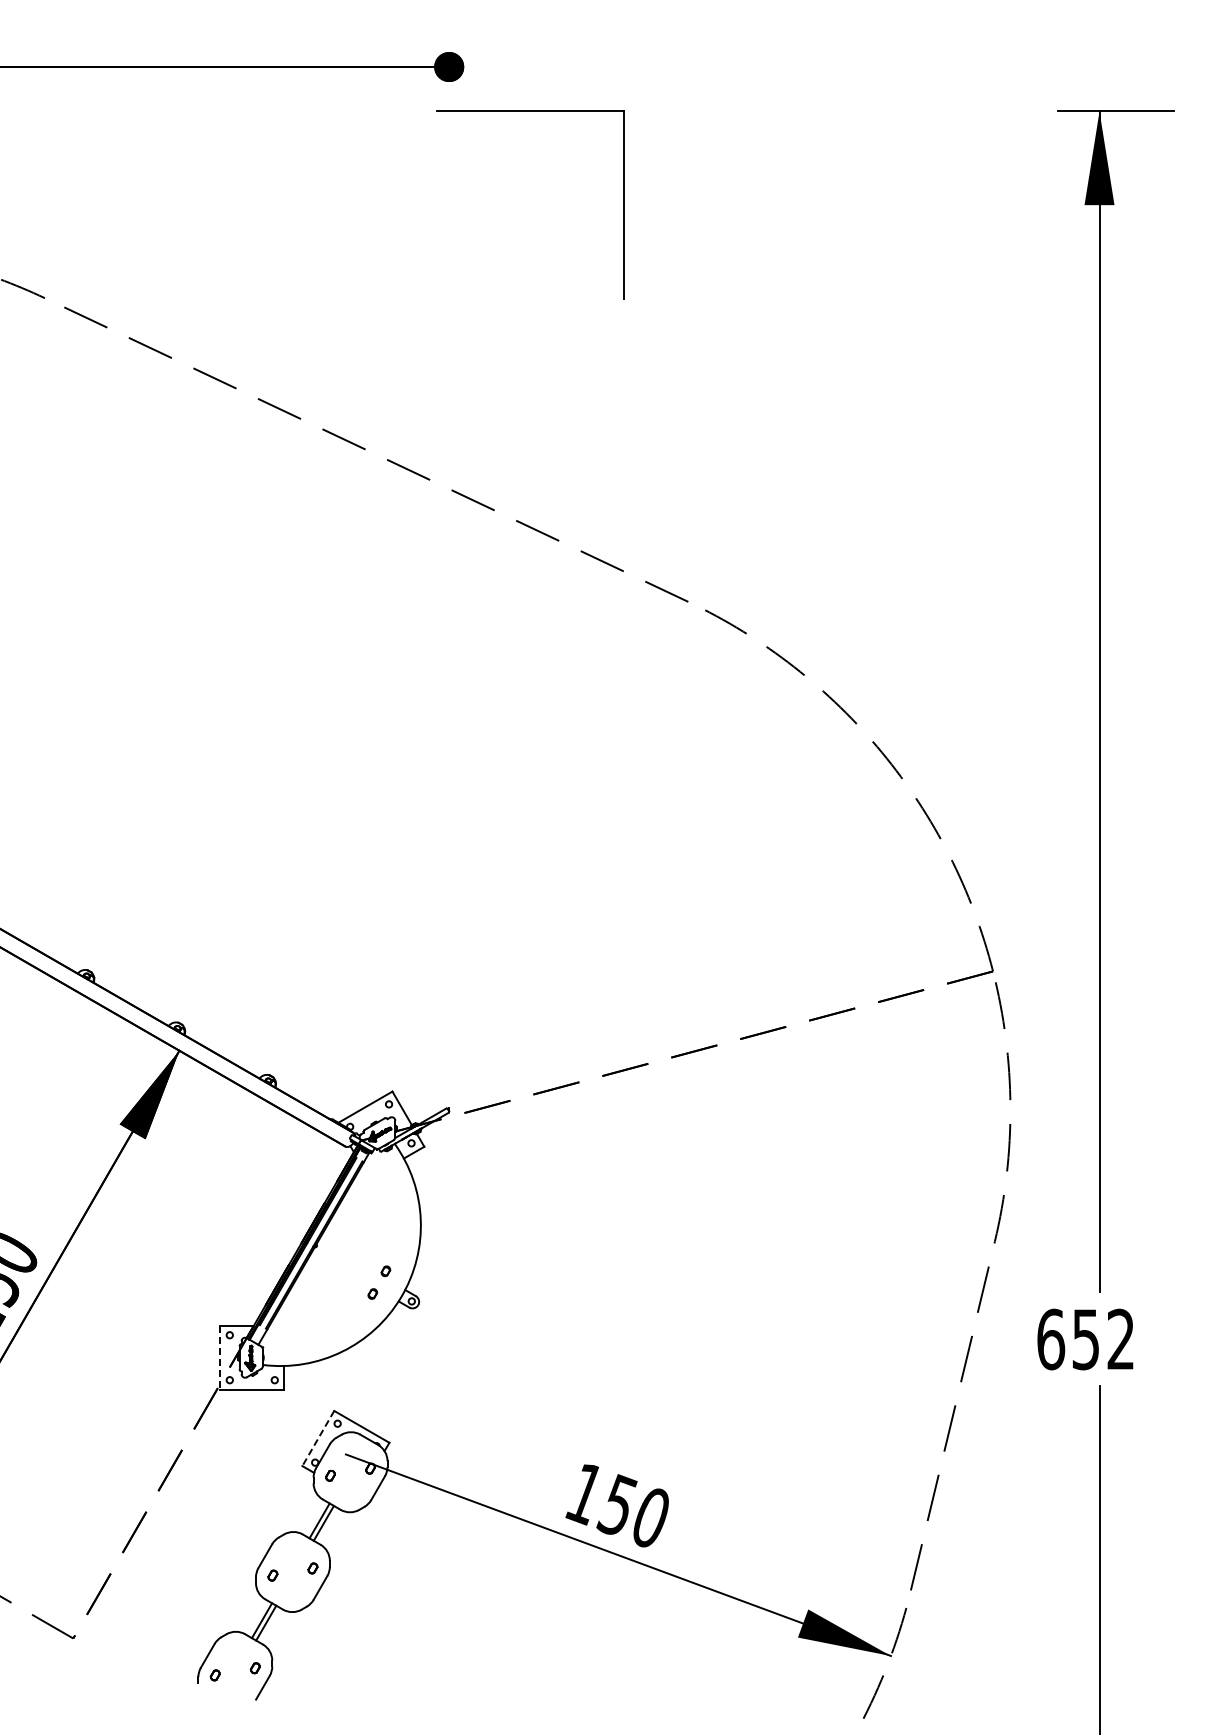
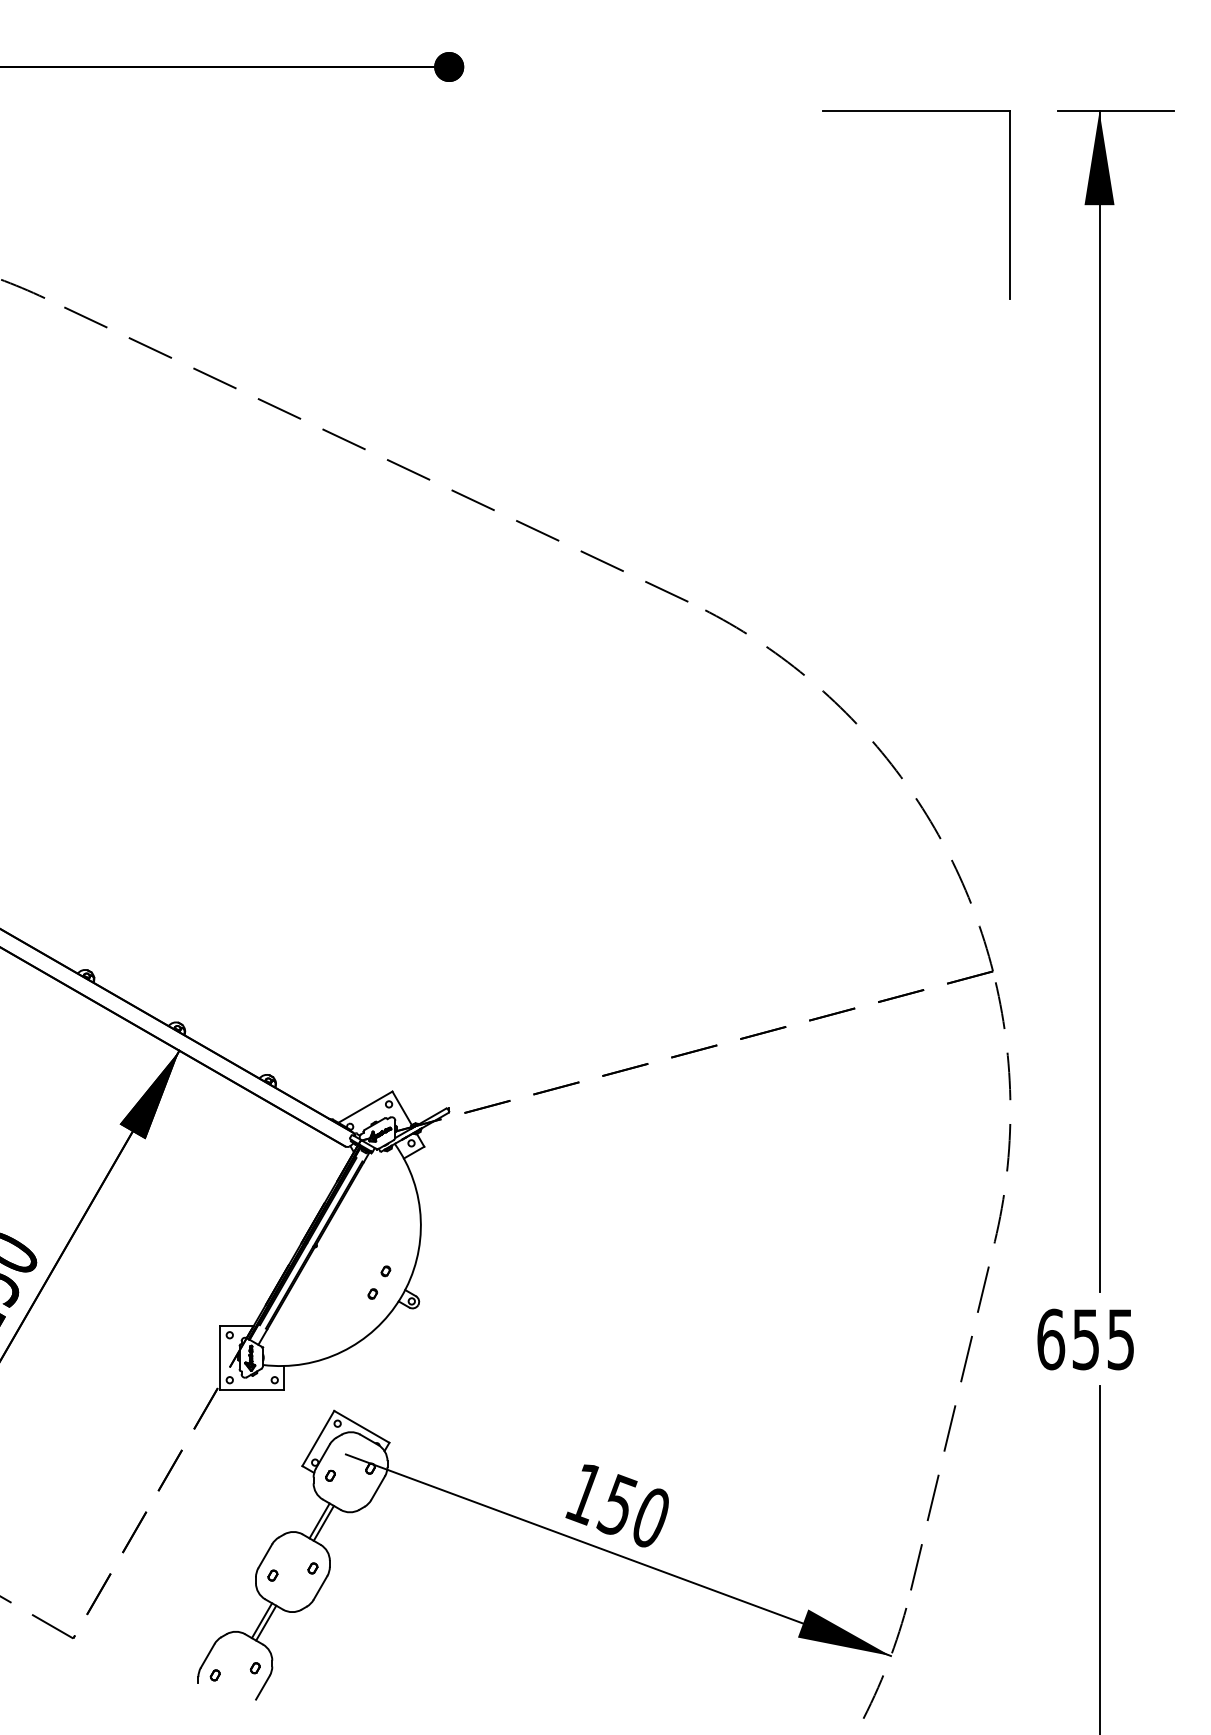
part at (530, 111) position: (530, 111) -> (916, 111)
text at (1120, 1339): 652 -> 655
line at (220, 1357): dashed -> solid
line at (318, 1438): dashed -> solid
